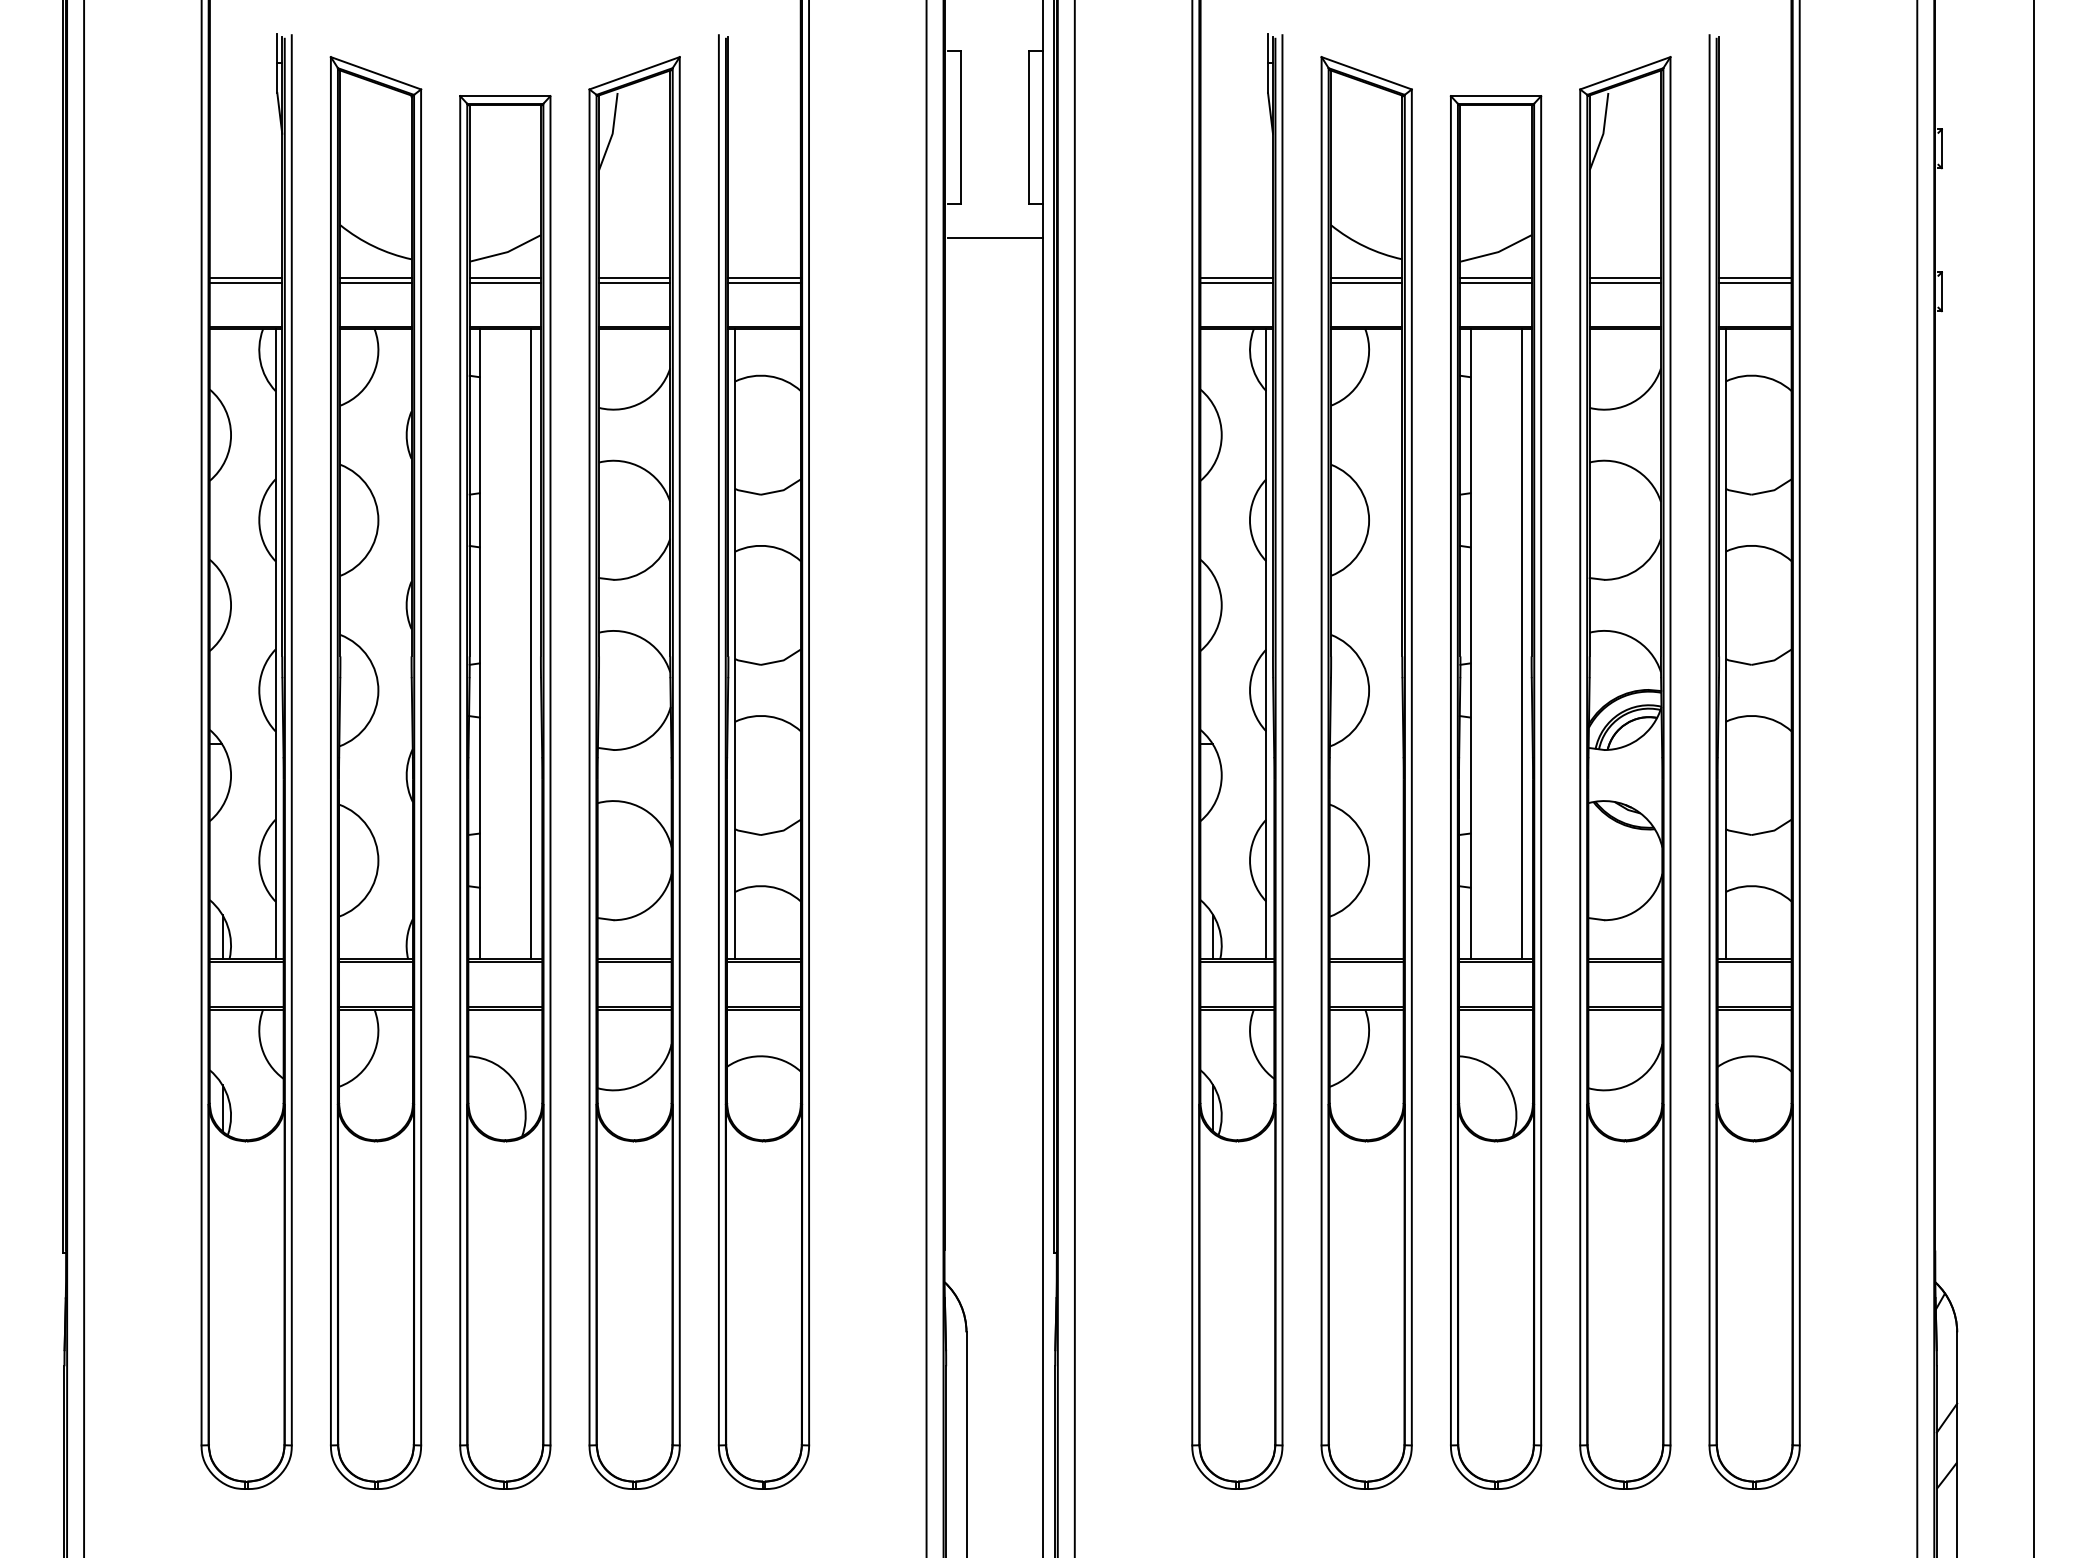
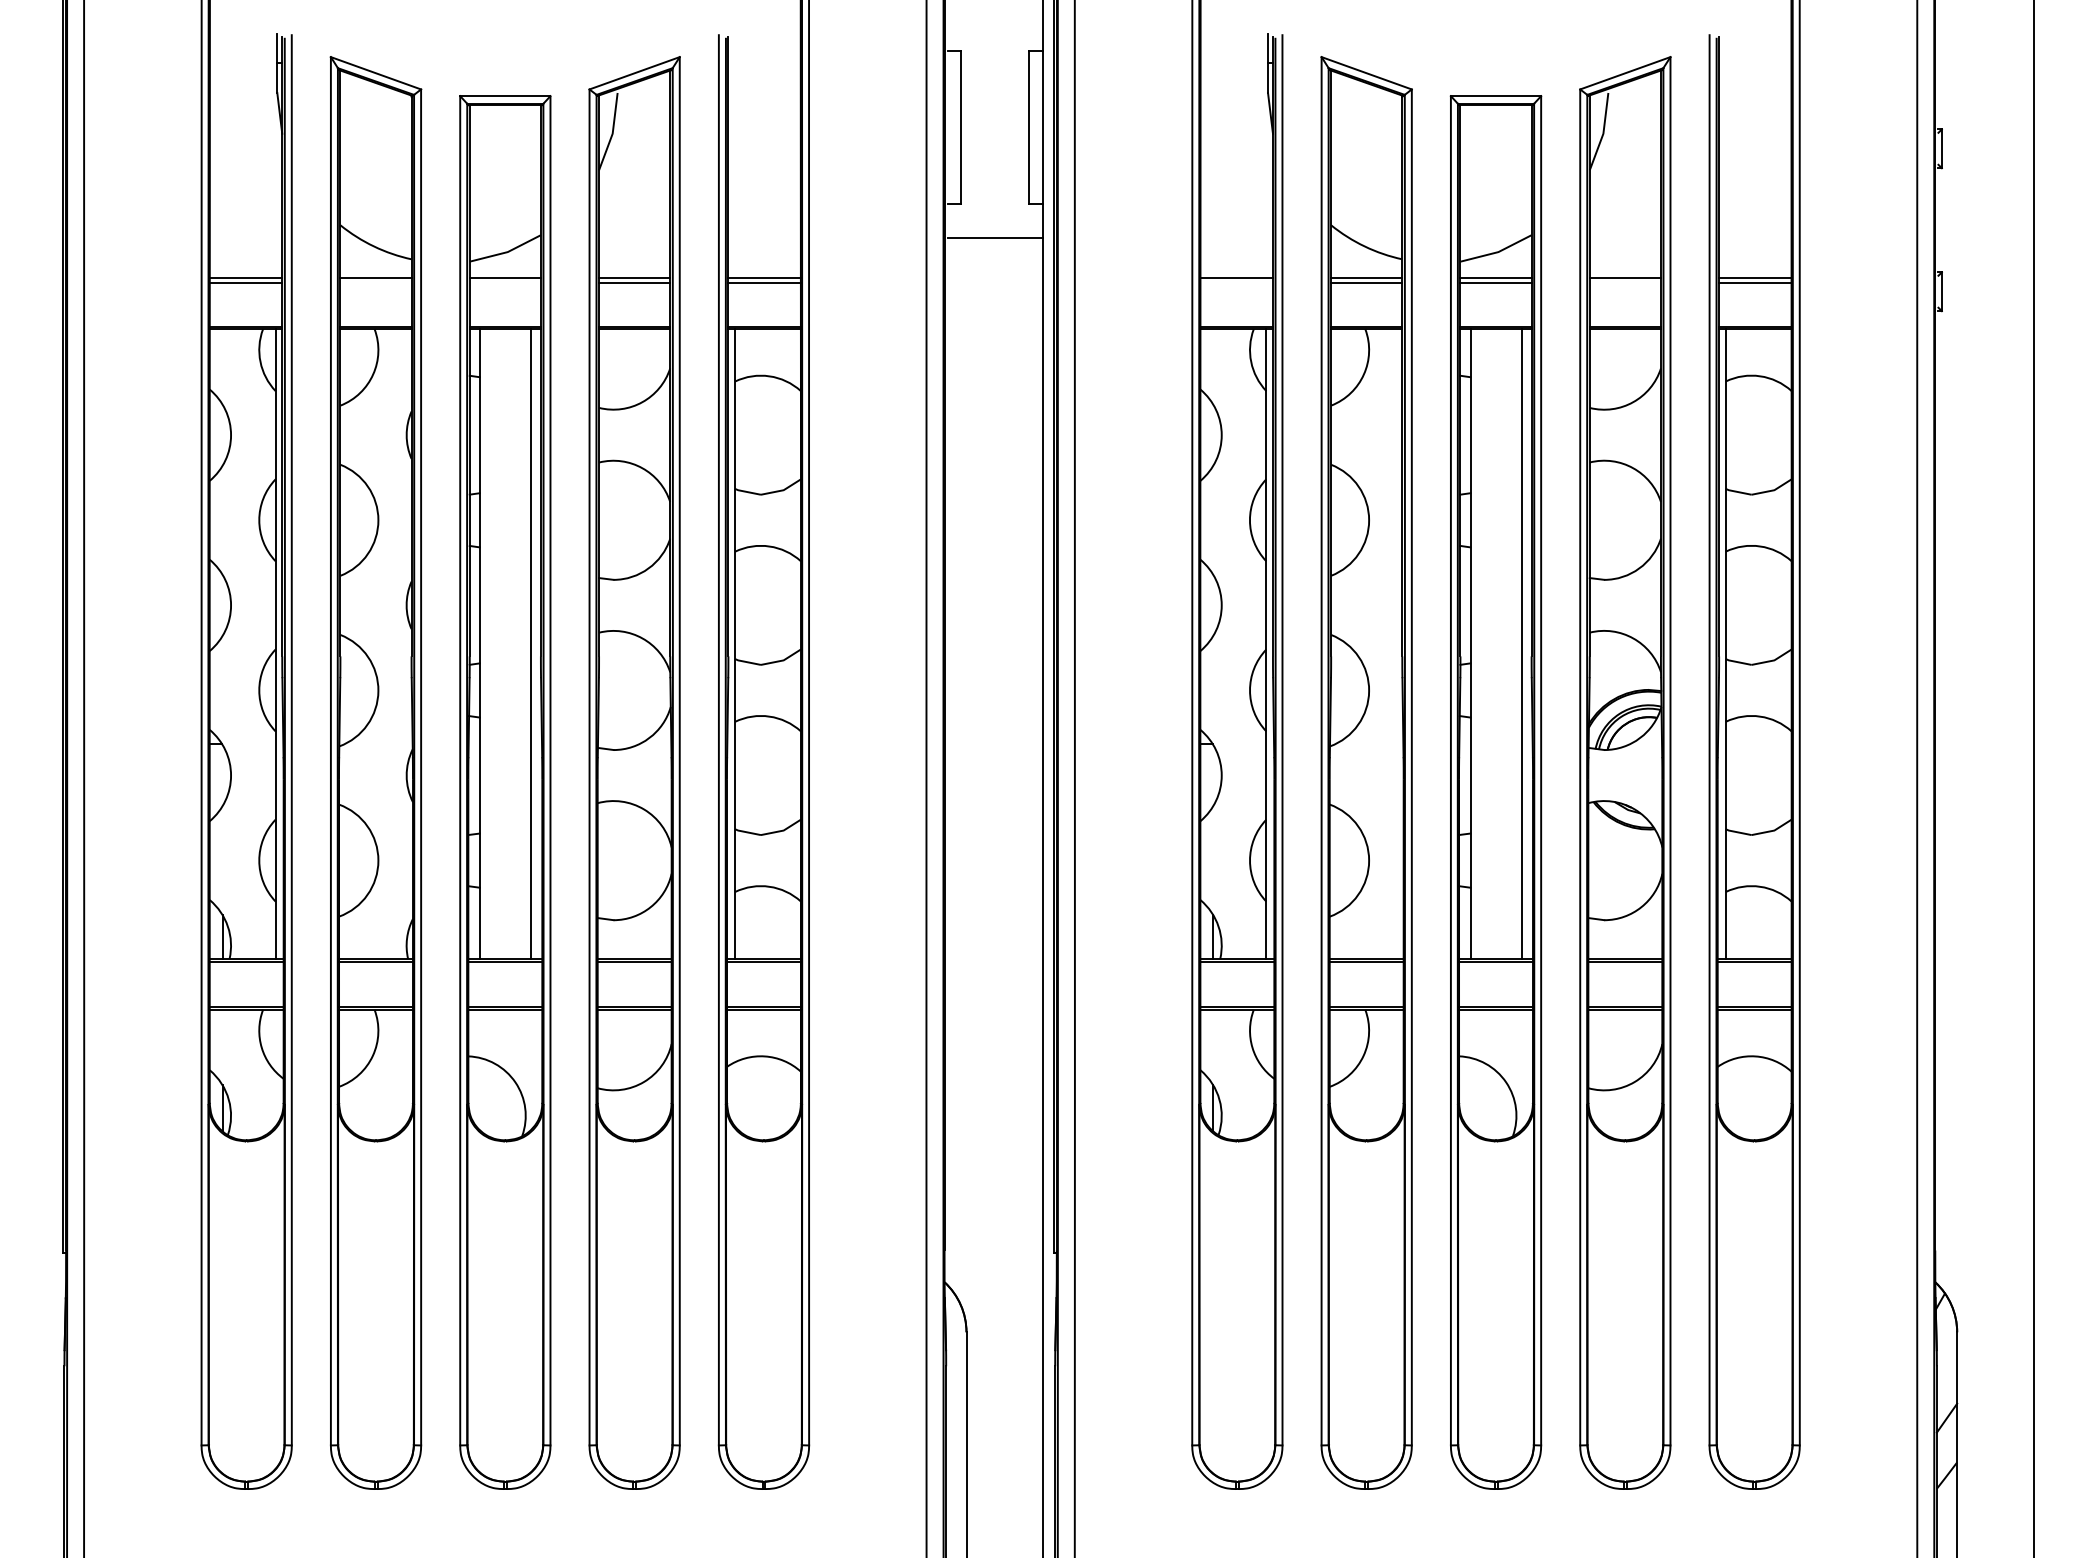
line at (375, 282): present -> none
line at (504, 282): present -> none
line at (1236, 282): present -> none
line at (1624, 282): present -> none
